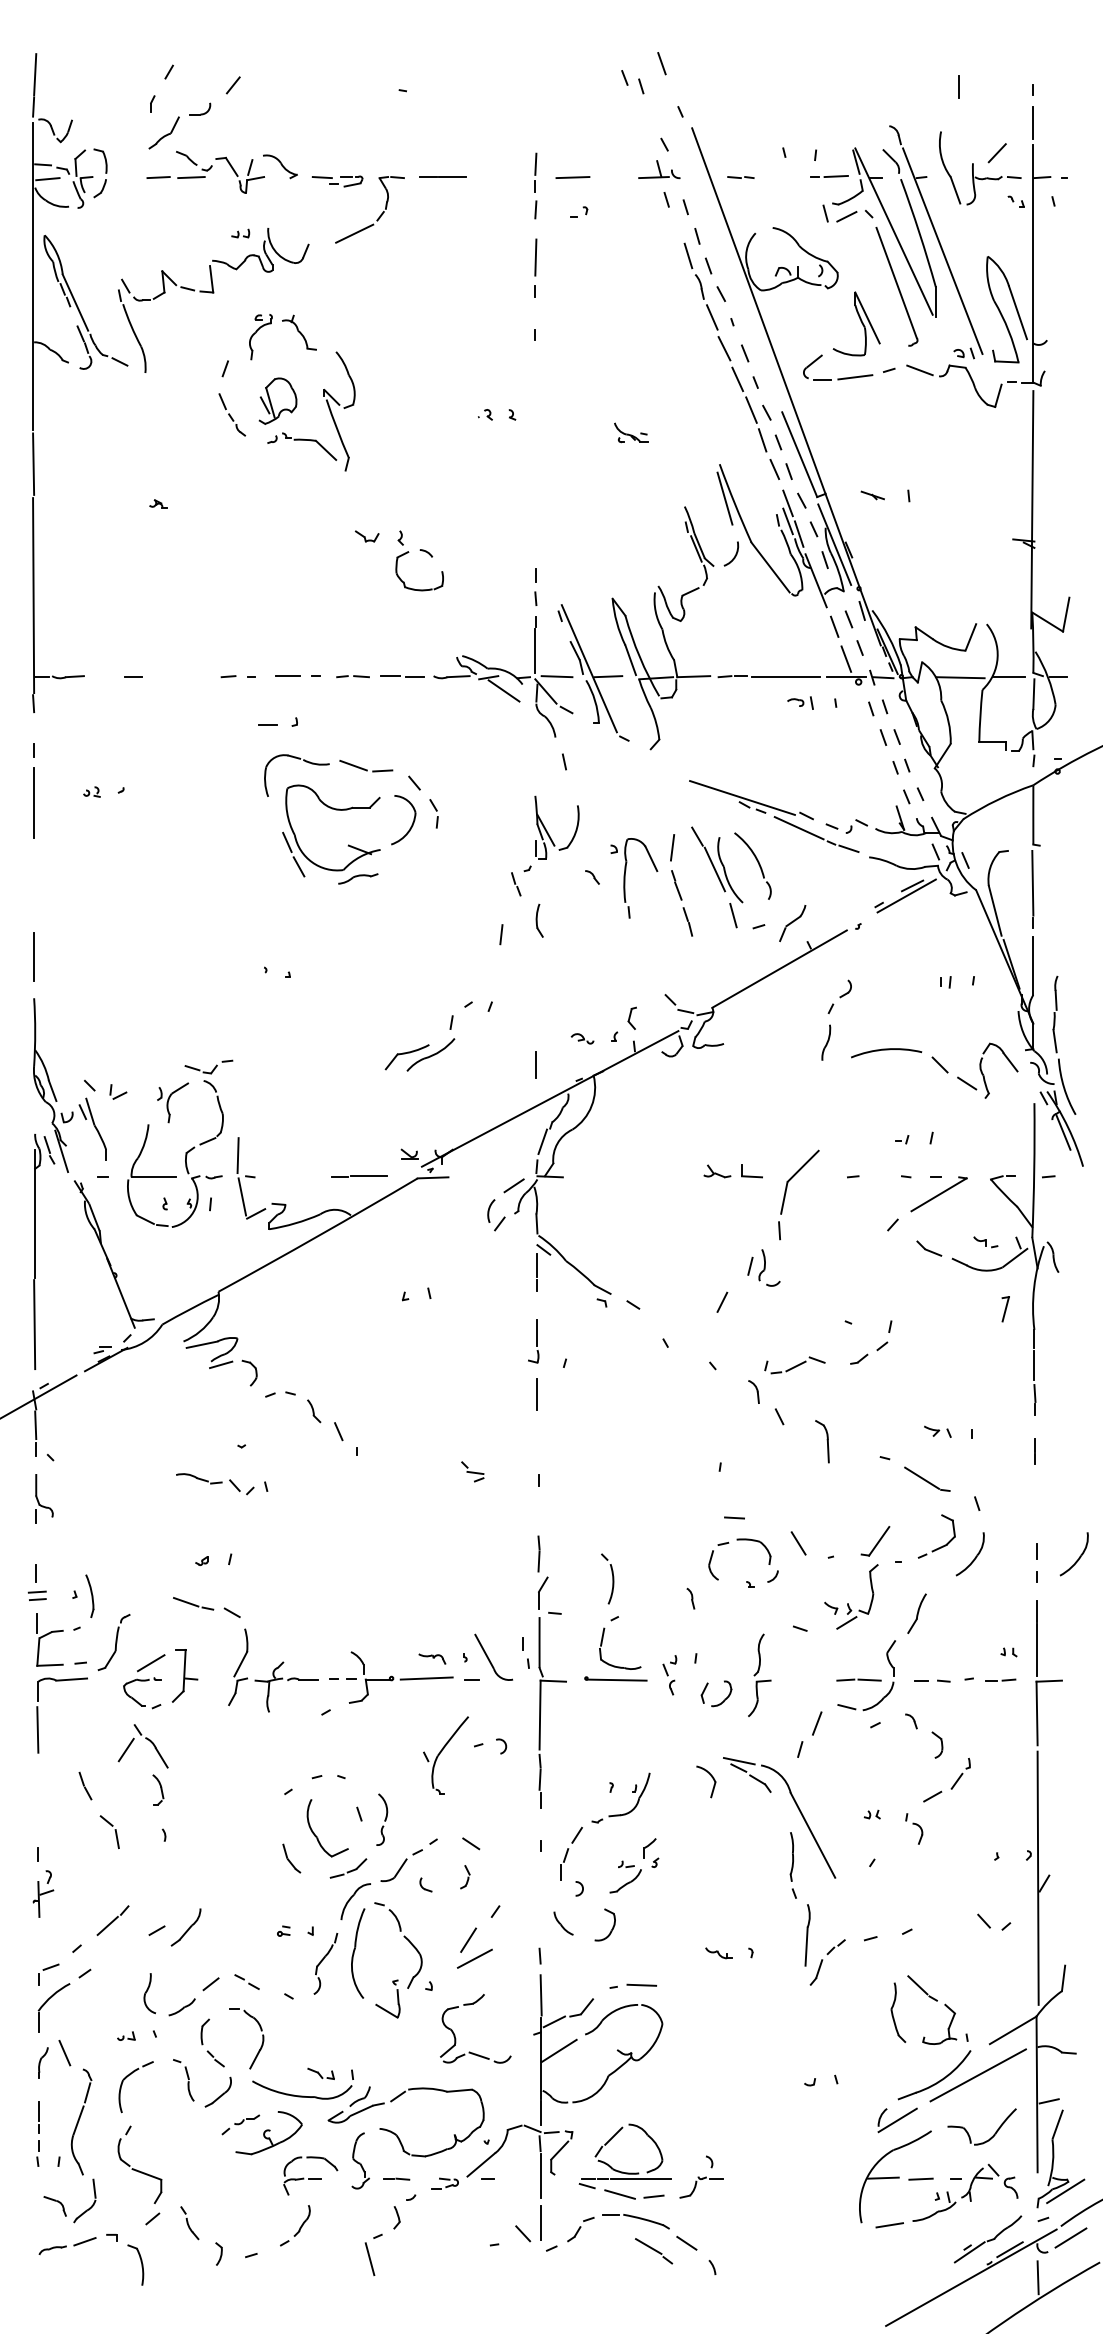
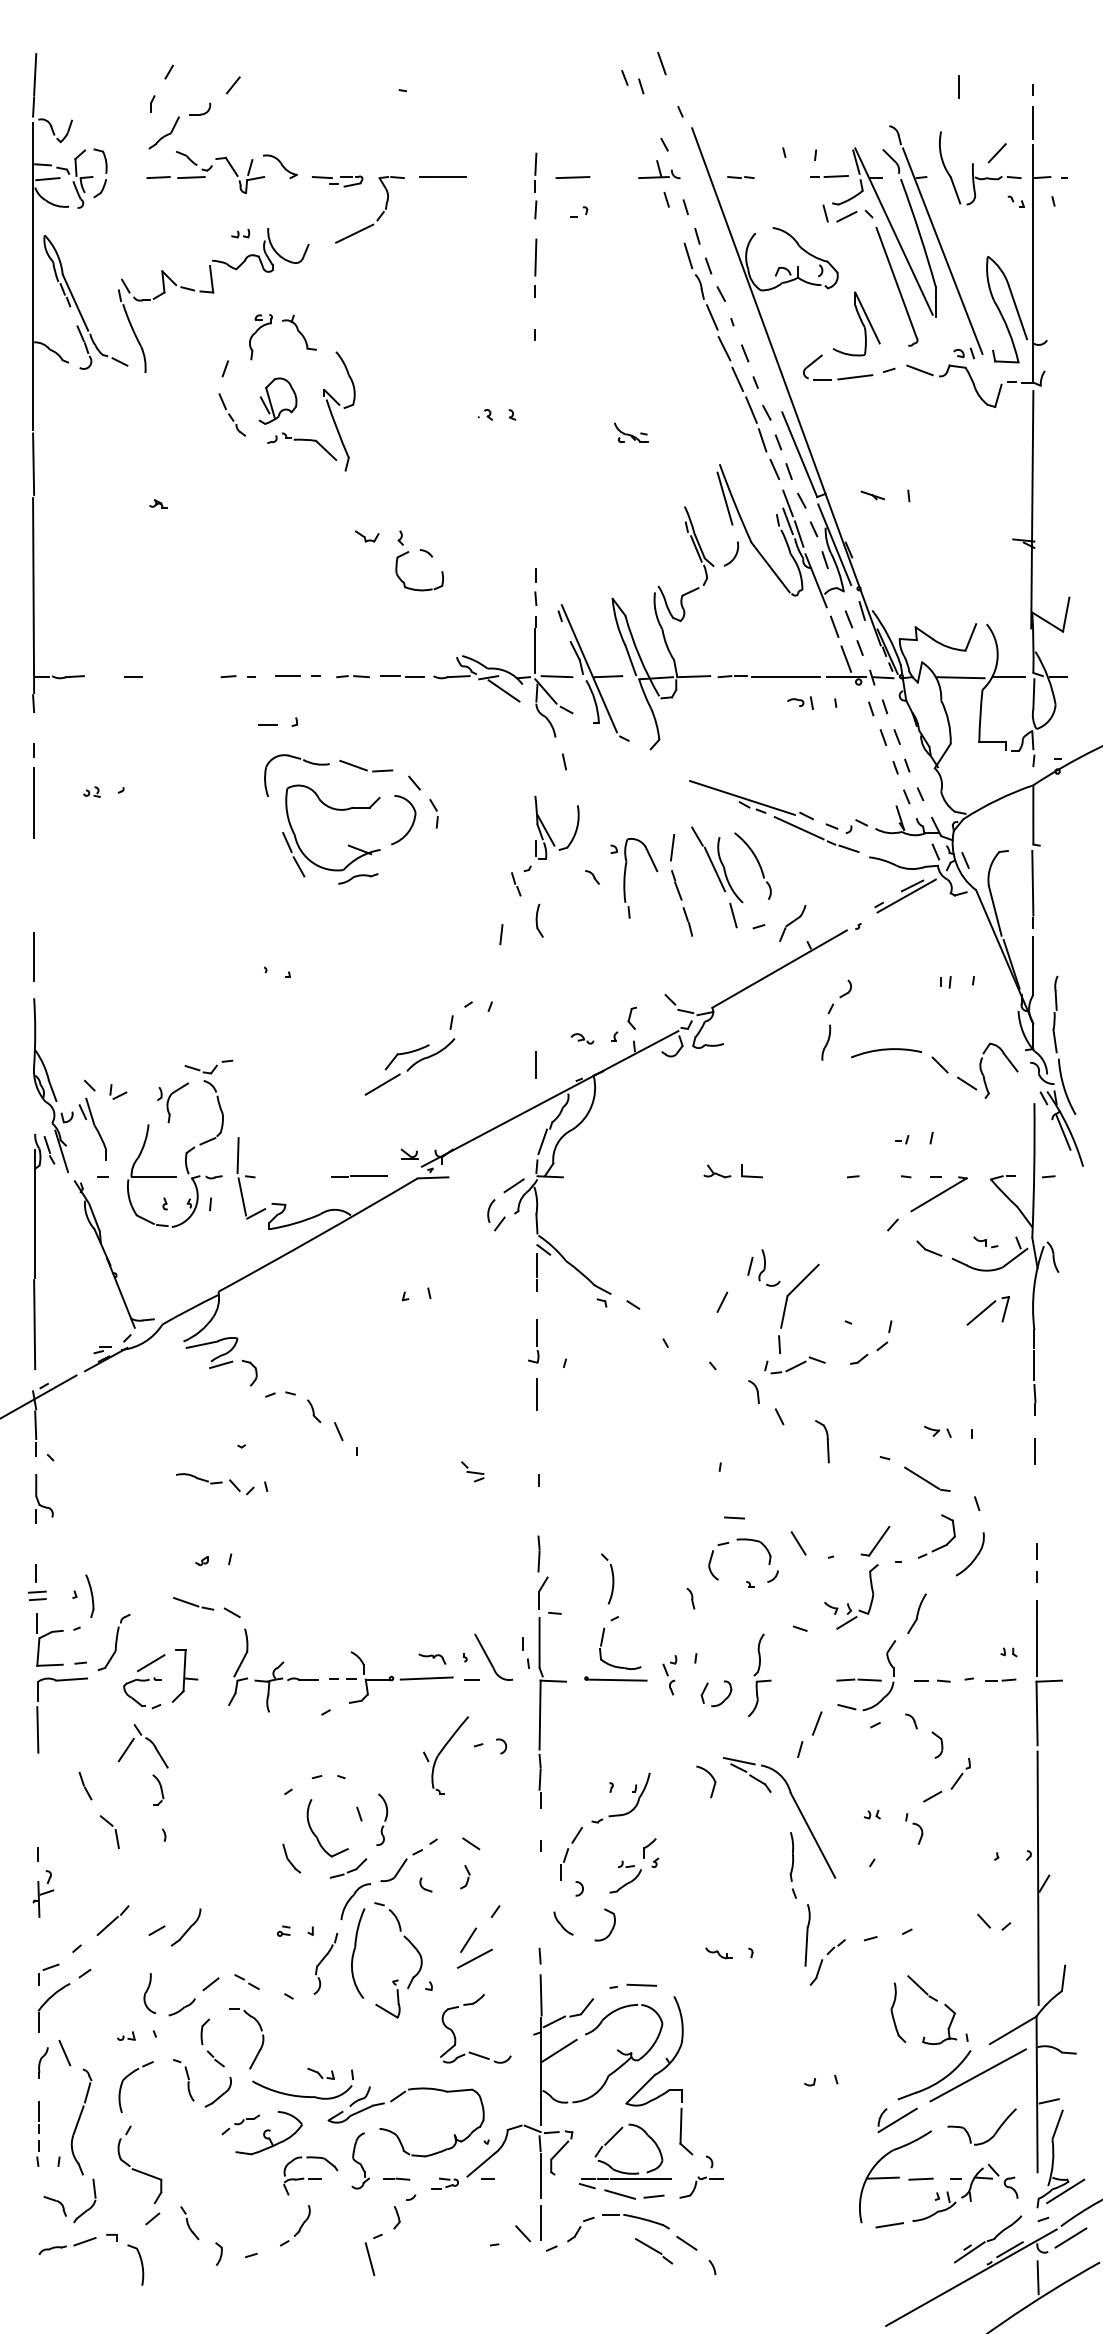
line at (382, 1084): none -> present
part at (786, 1193) position: (786, 1193) -> (786, 1307)
line at (981, 1312): none -> present
part at (1073, 1554): present -> none
part at (659, 2075): none -> present
